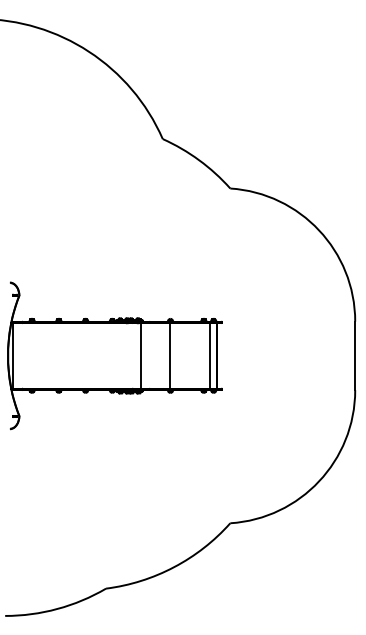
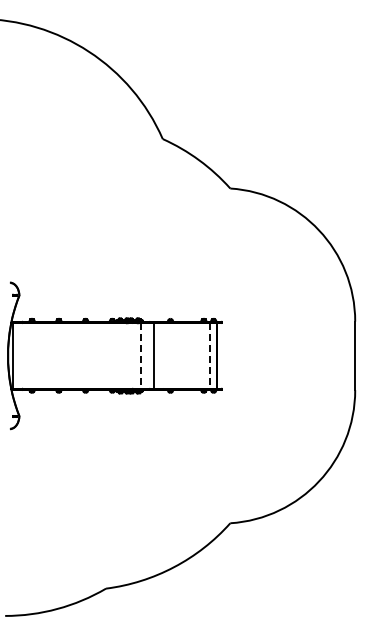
line at (141, 355): solid -> dashed
line at (170, 355) position: (170, 355) -> (154, 355)
line at (210, 355): solid -> dashed
